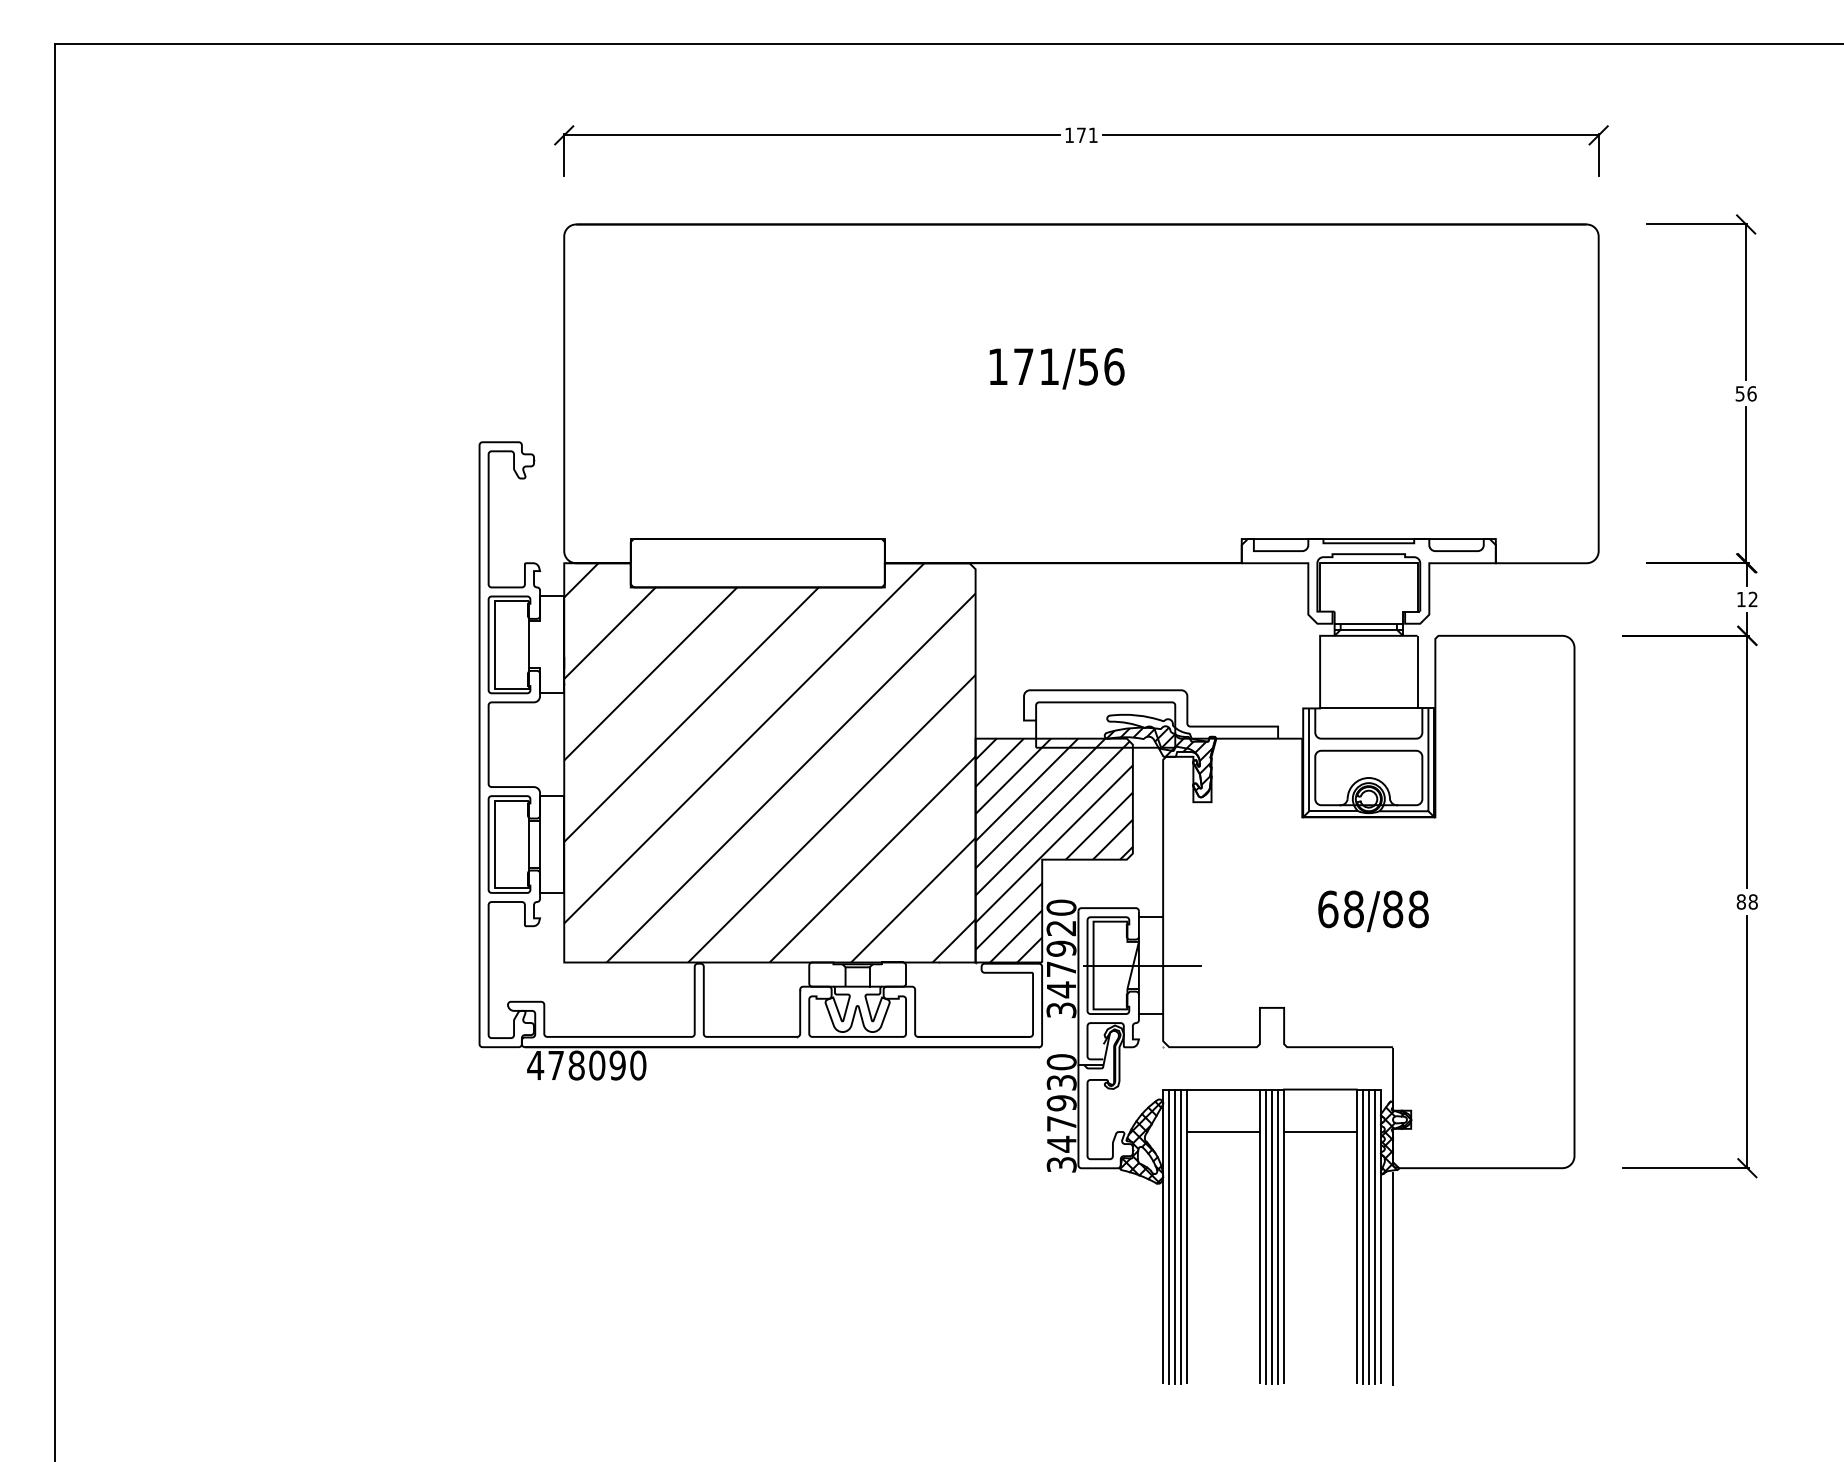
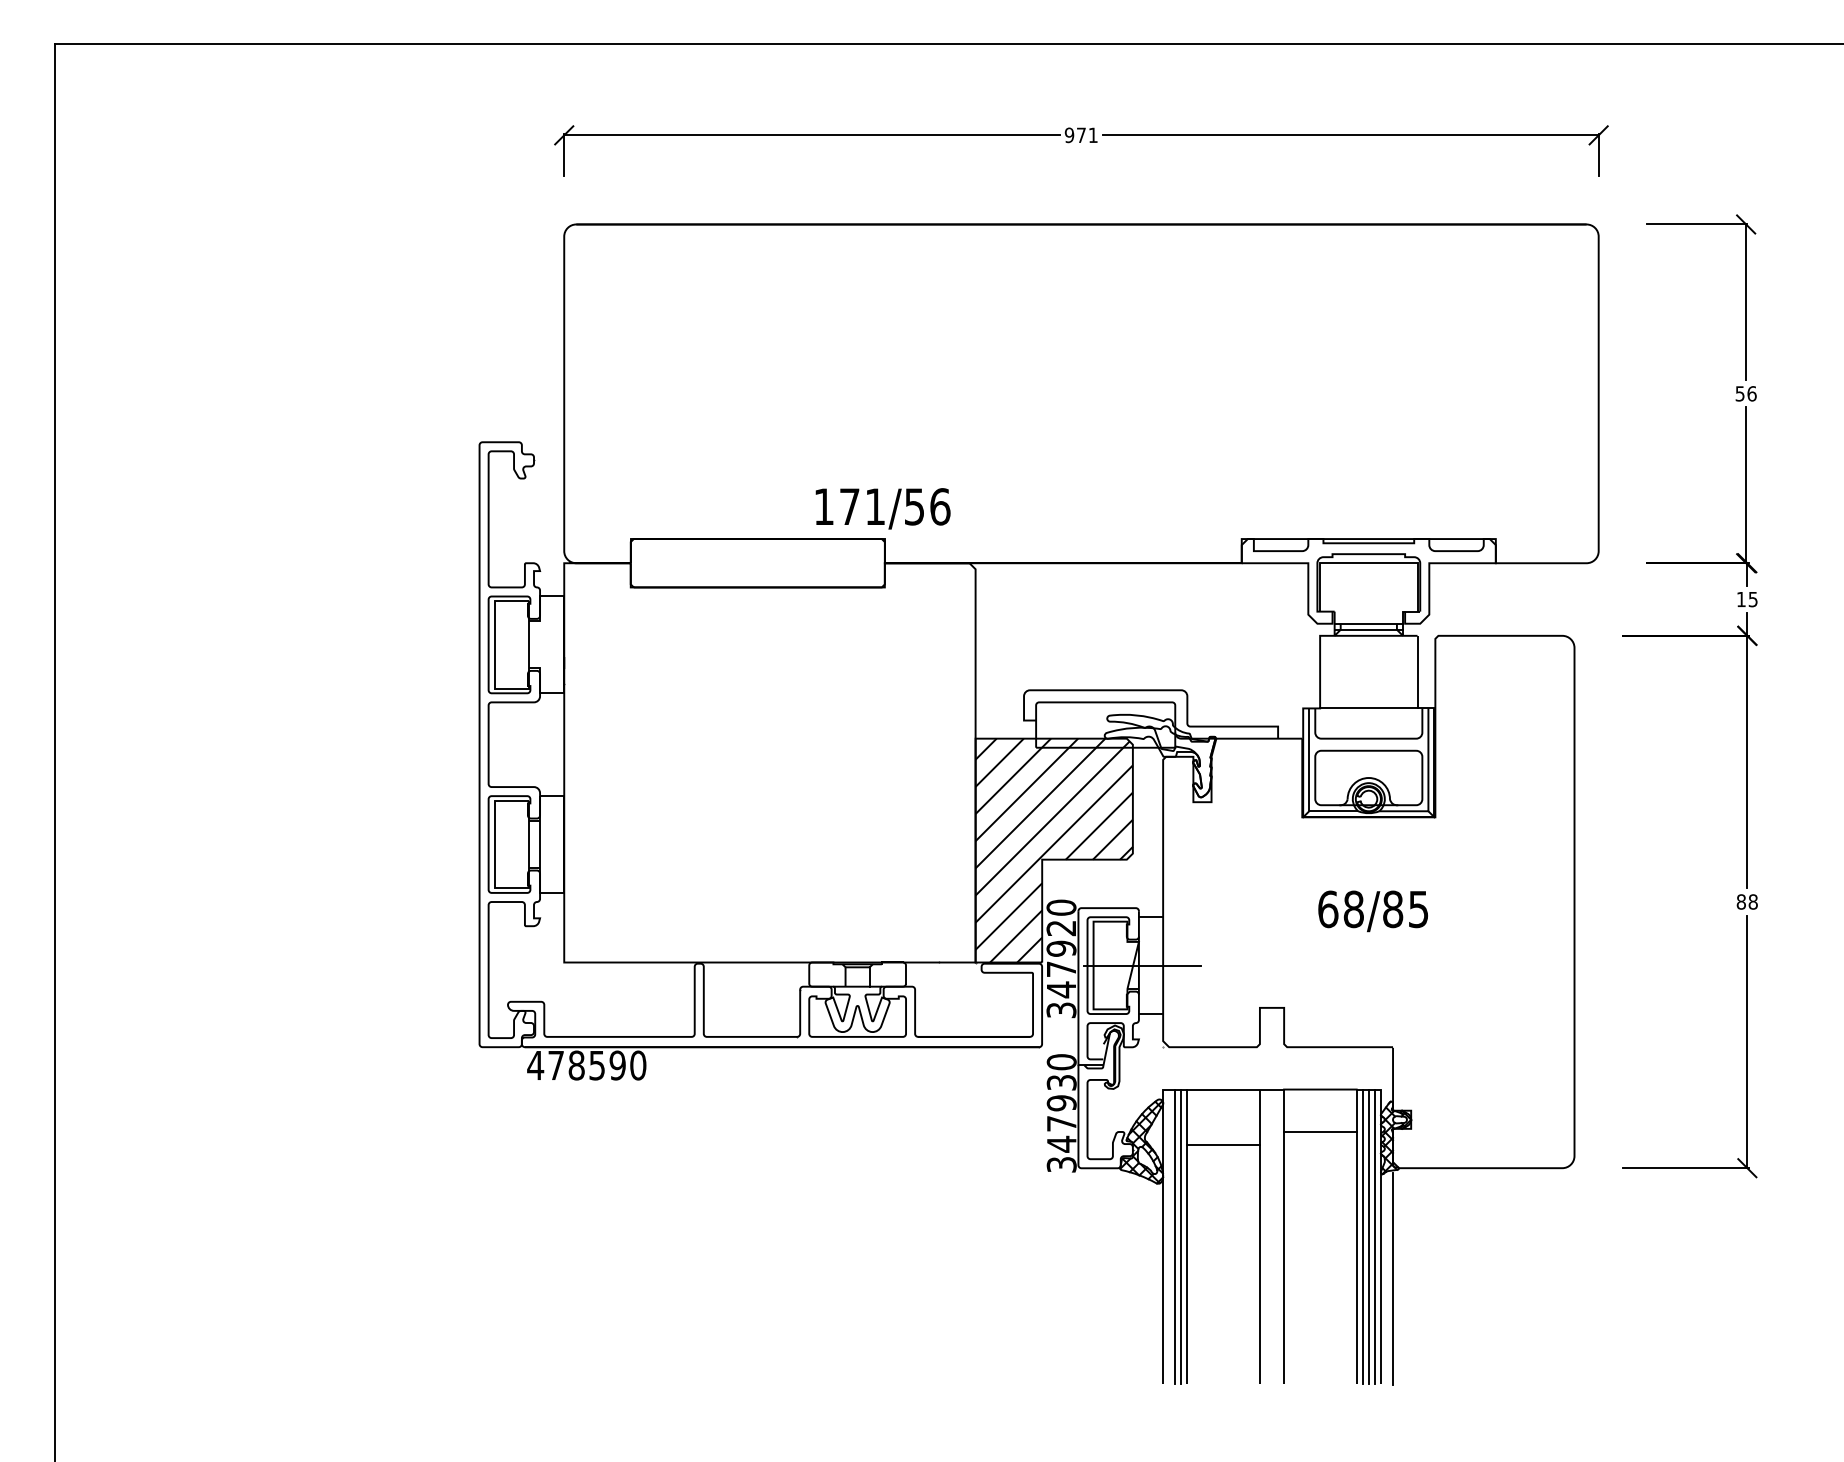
text at (1069, 135): 171 -> 971
text at (1056, 368) position: (1056, 368) -> (882, 508)
text at (1752, 599): 12 -> 15
hatch at (769, 762): present -> none
hatch at (1159, 762): present -> none
text at (1418, 909): 68/88 -> 68/85
text at (597, 1065): 478090 -> 478590
line at (1223, 1131) position: (1223, 1131) -> (1223, 1144)
line at (1169, 1236): present -> none
line at (1265, 1236): present -> none
line at (1271, 1236): present -> none
line at (1278, 1236): present -> none
